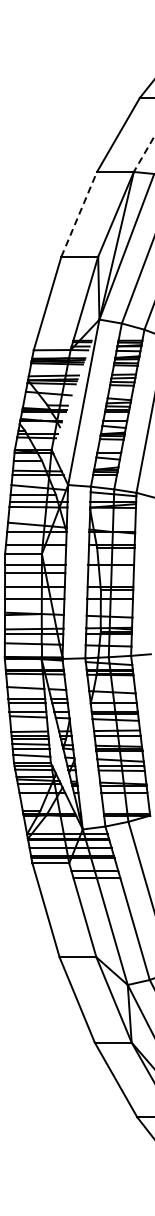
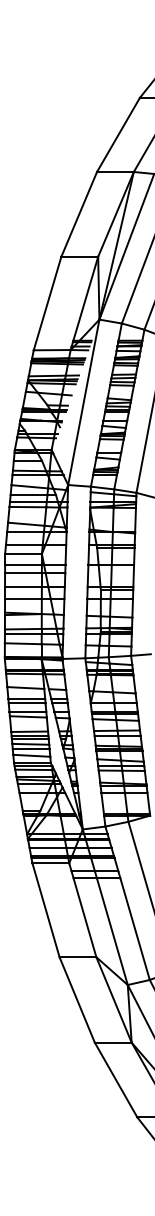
line at (144, 153): dashed -> solid
line at (79, 213): dashed -> solid
